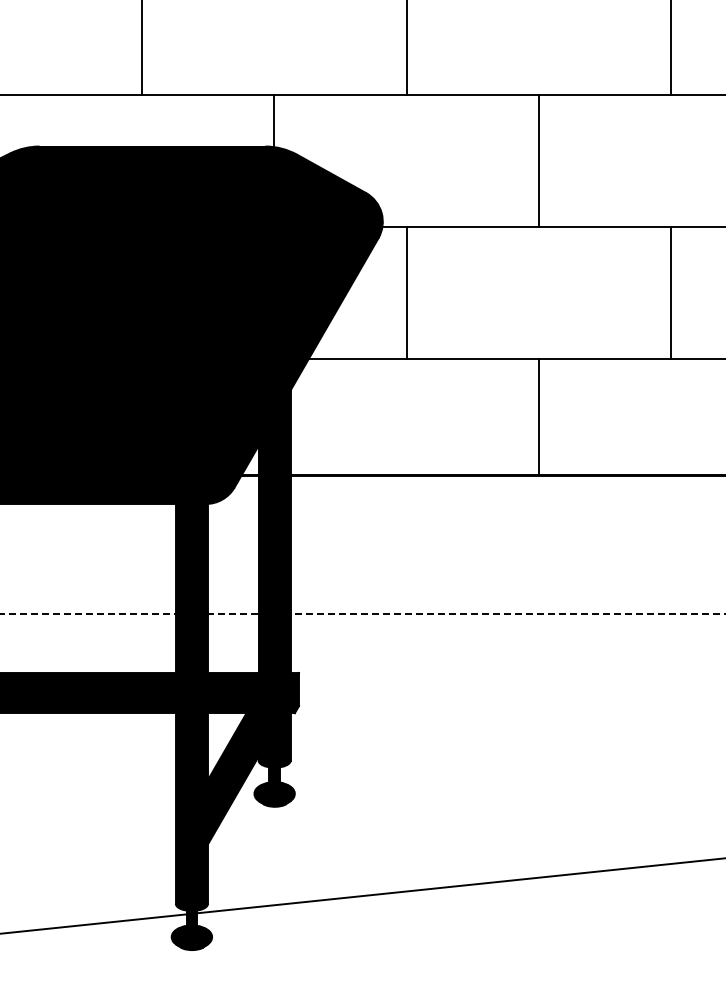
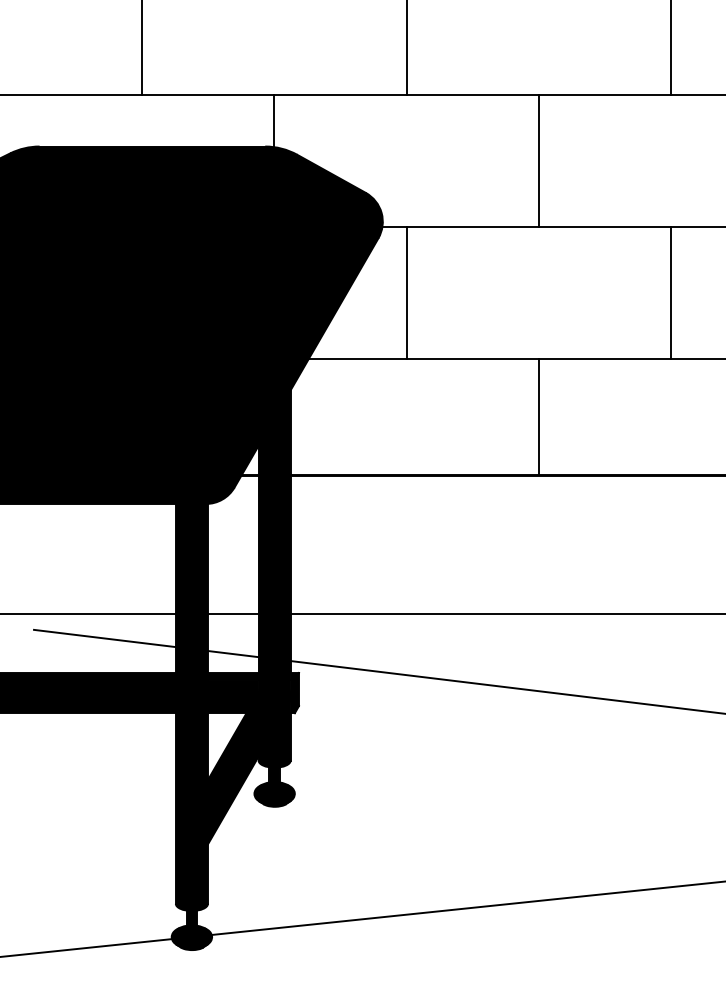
line at (363, 614): dashed -> solid
line at (378, 671): none -> present
line at (362, 895) position: (362, 895) -> (362, 918)
